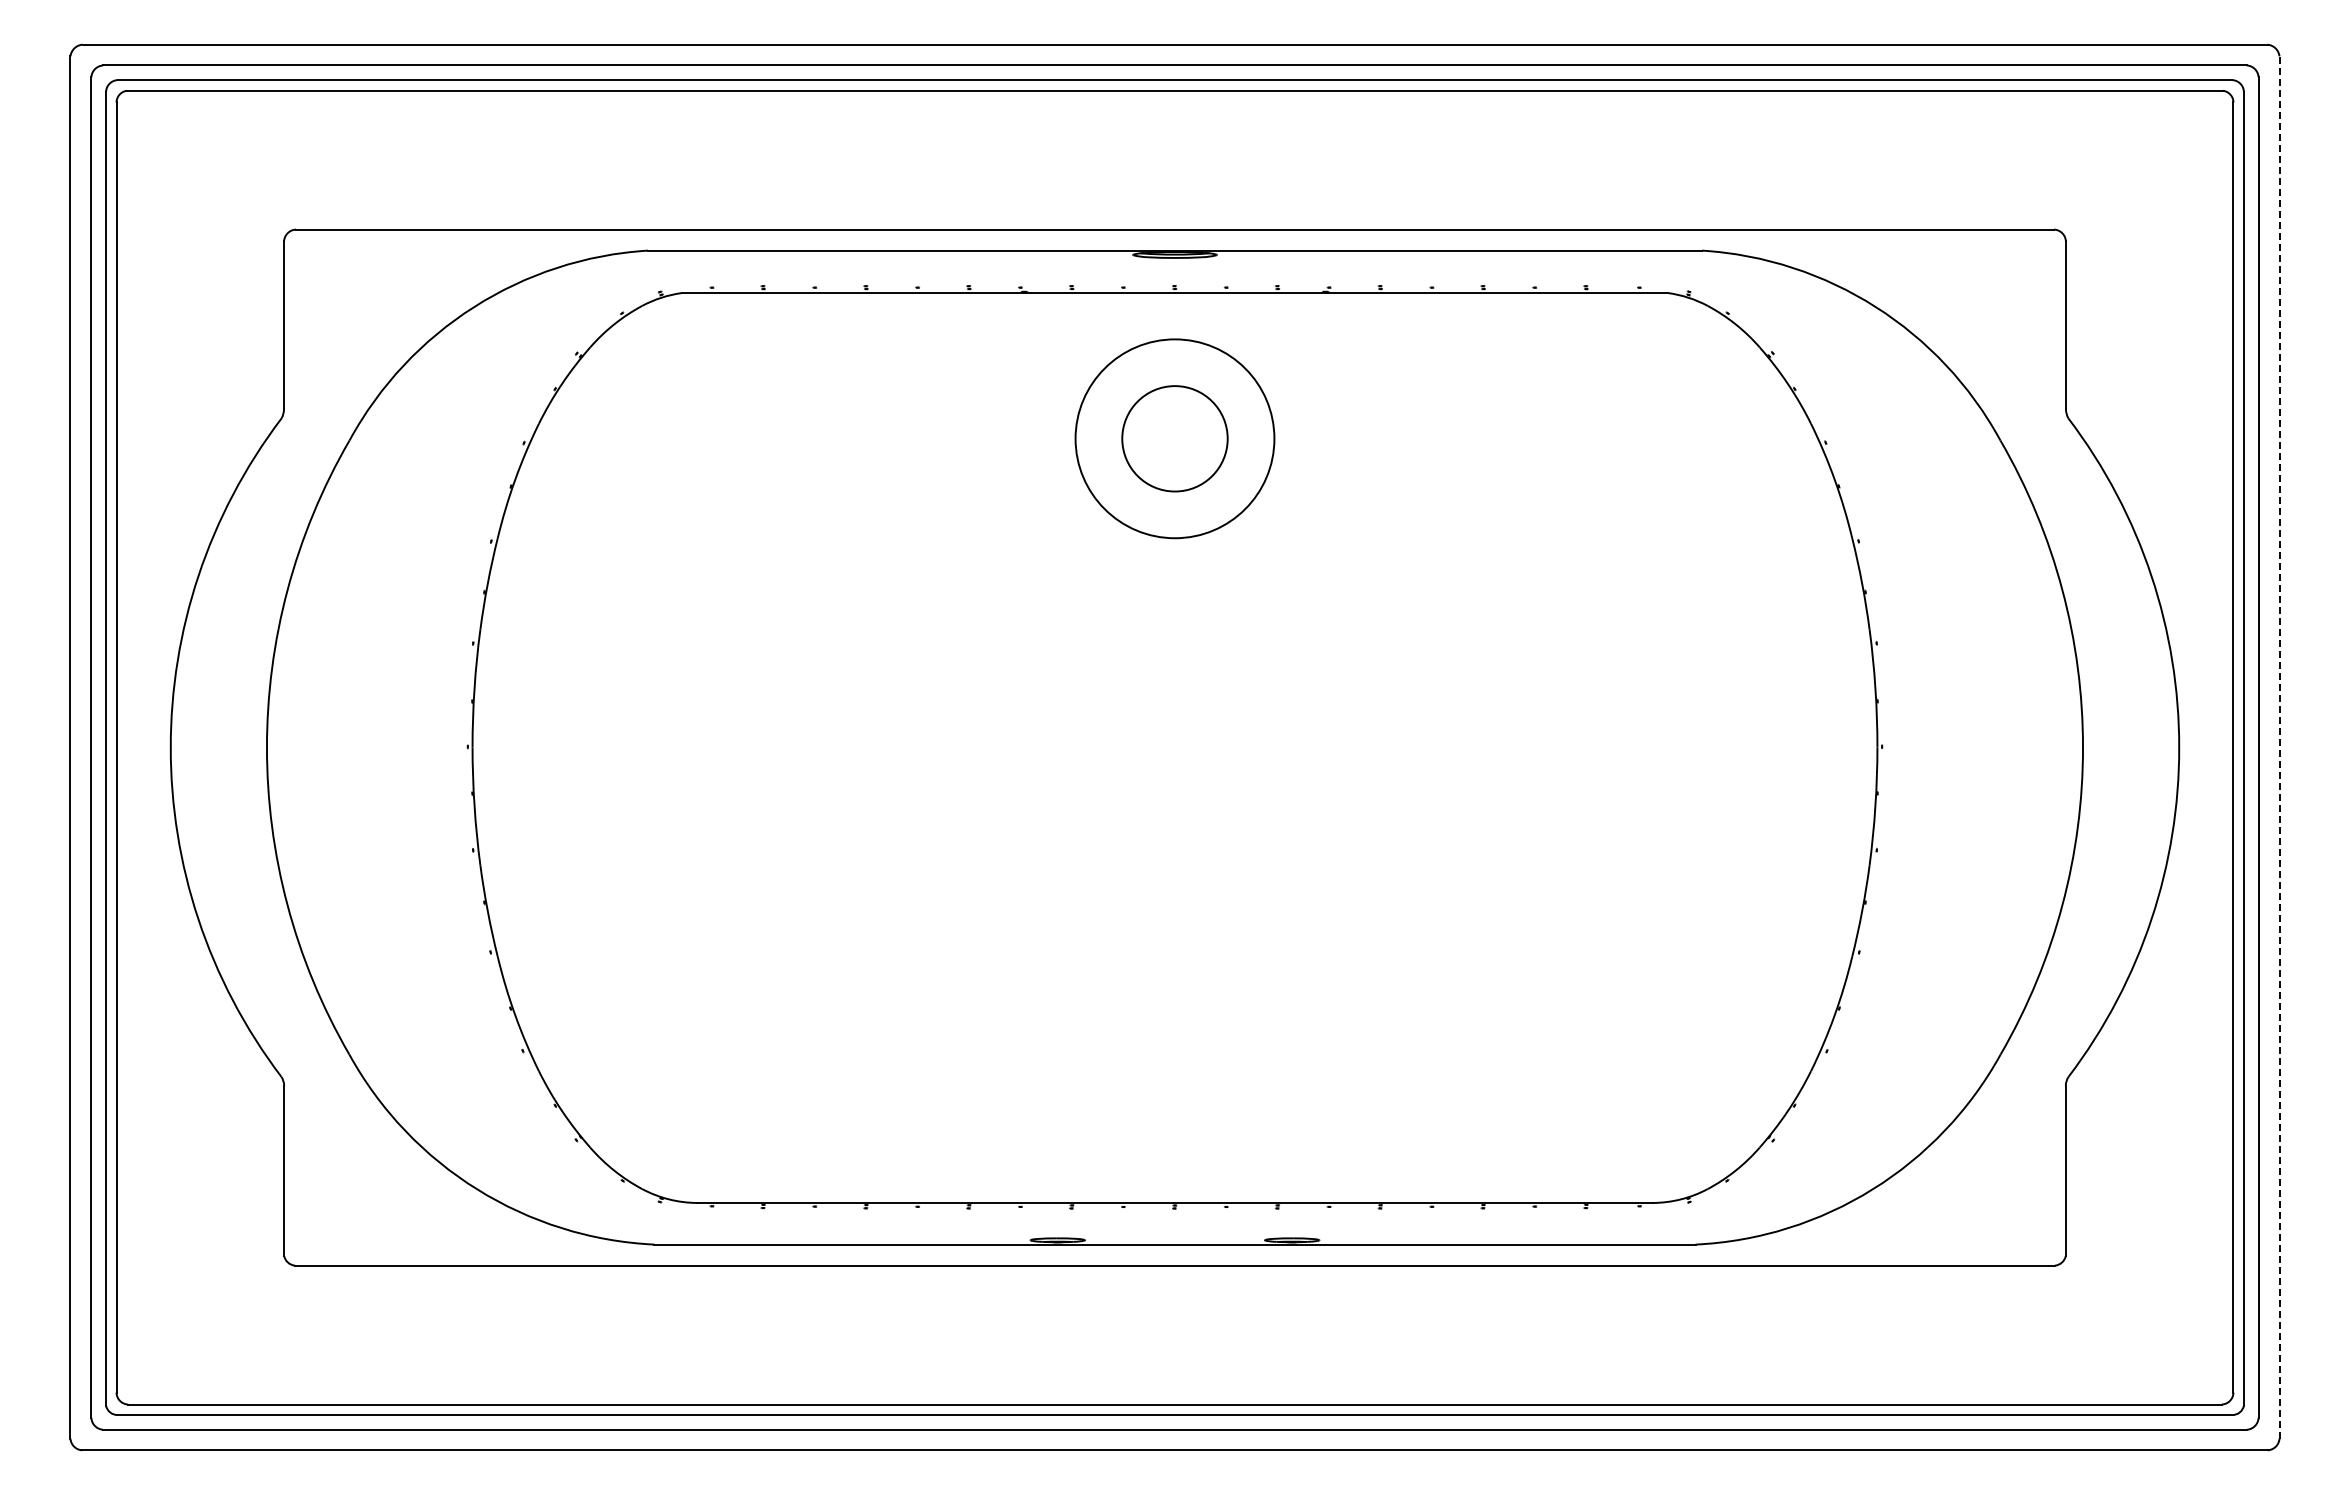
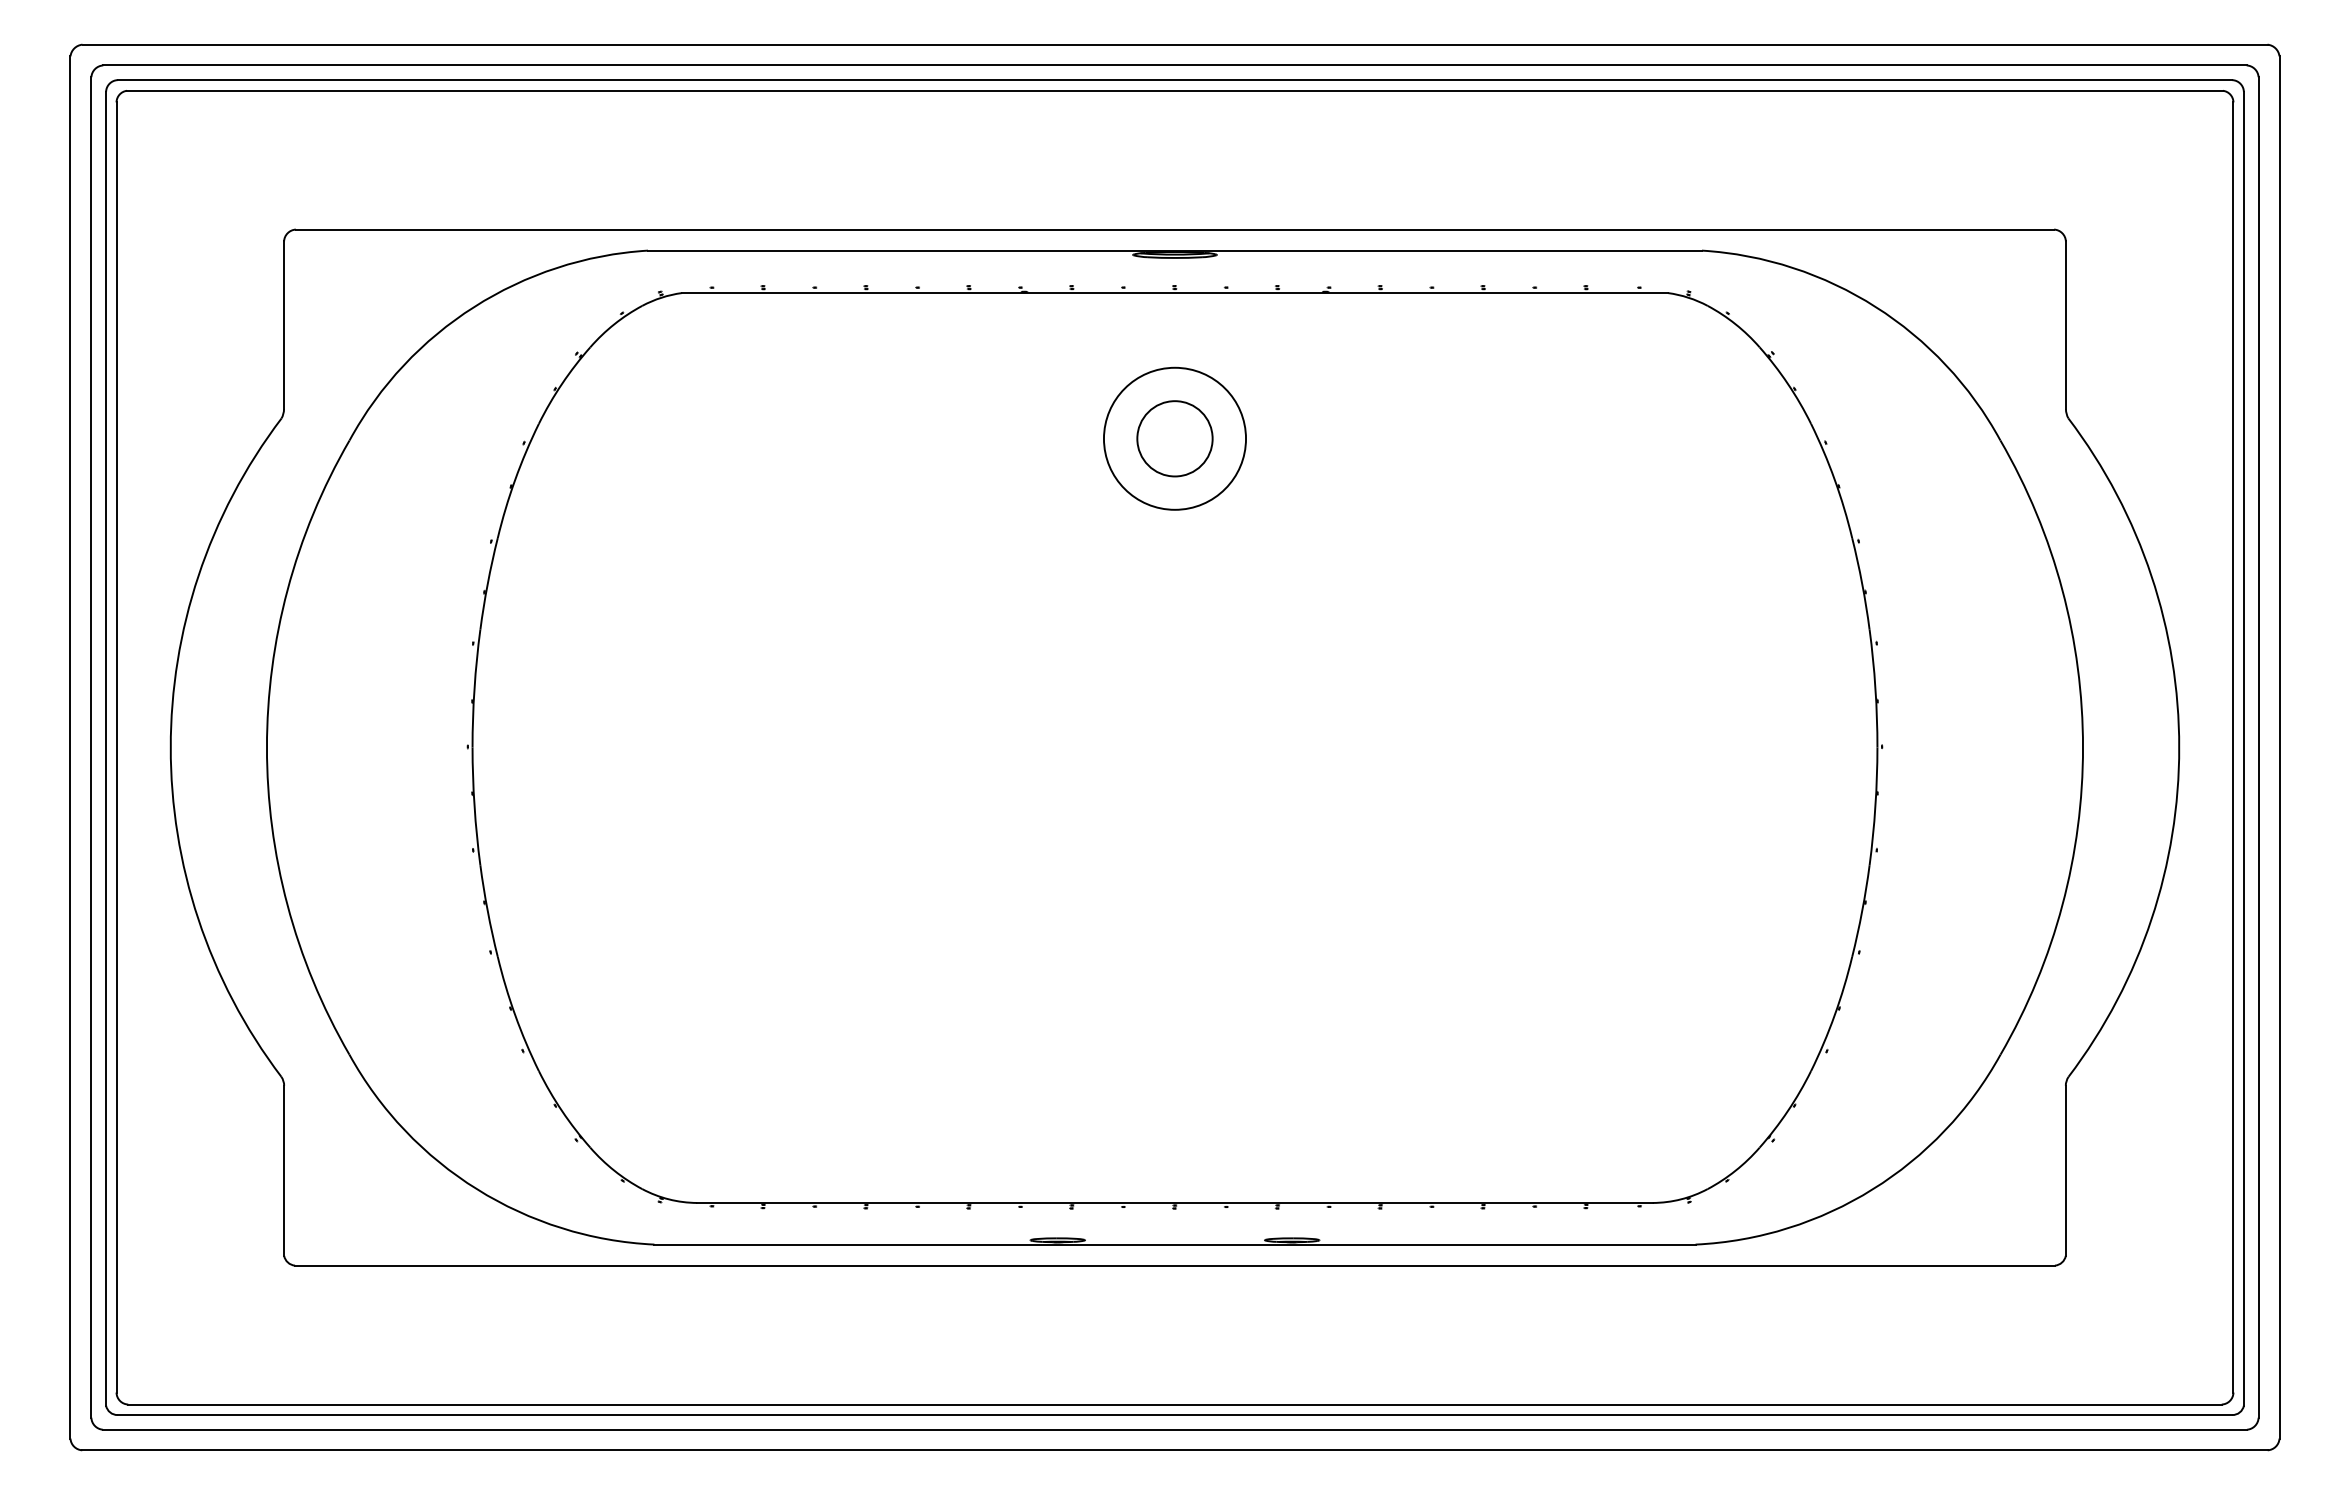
circle at (1174, 438) diameter: 105 px -> 75 px
circle at (1174, 438) diameter: 199 px -> 142 px
line at (2279, 747): dashed -> solid
